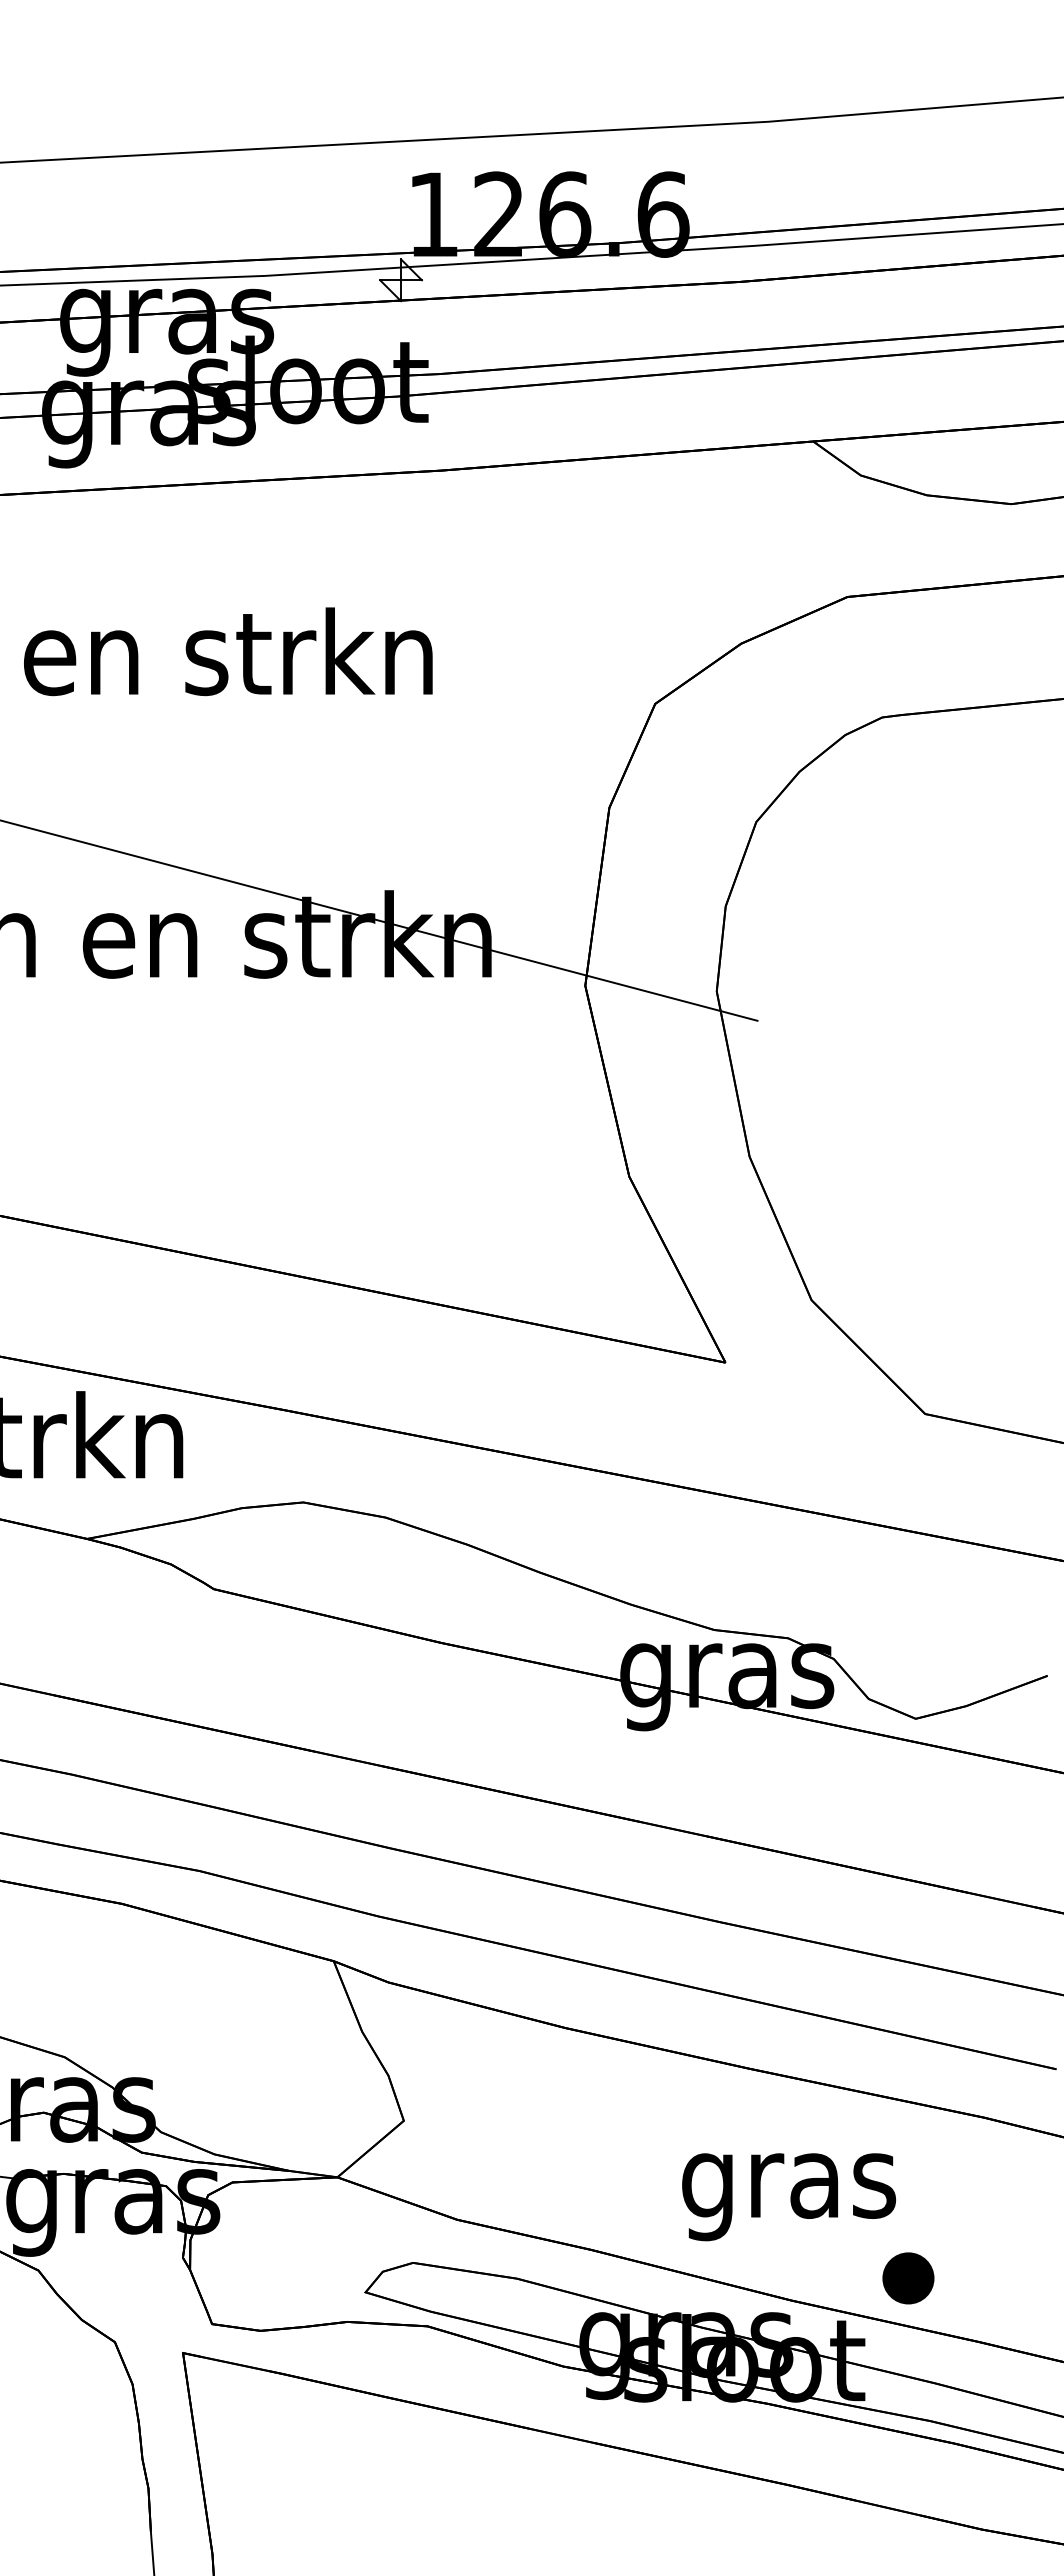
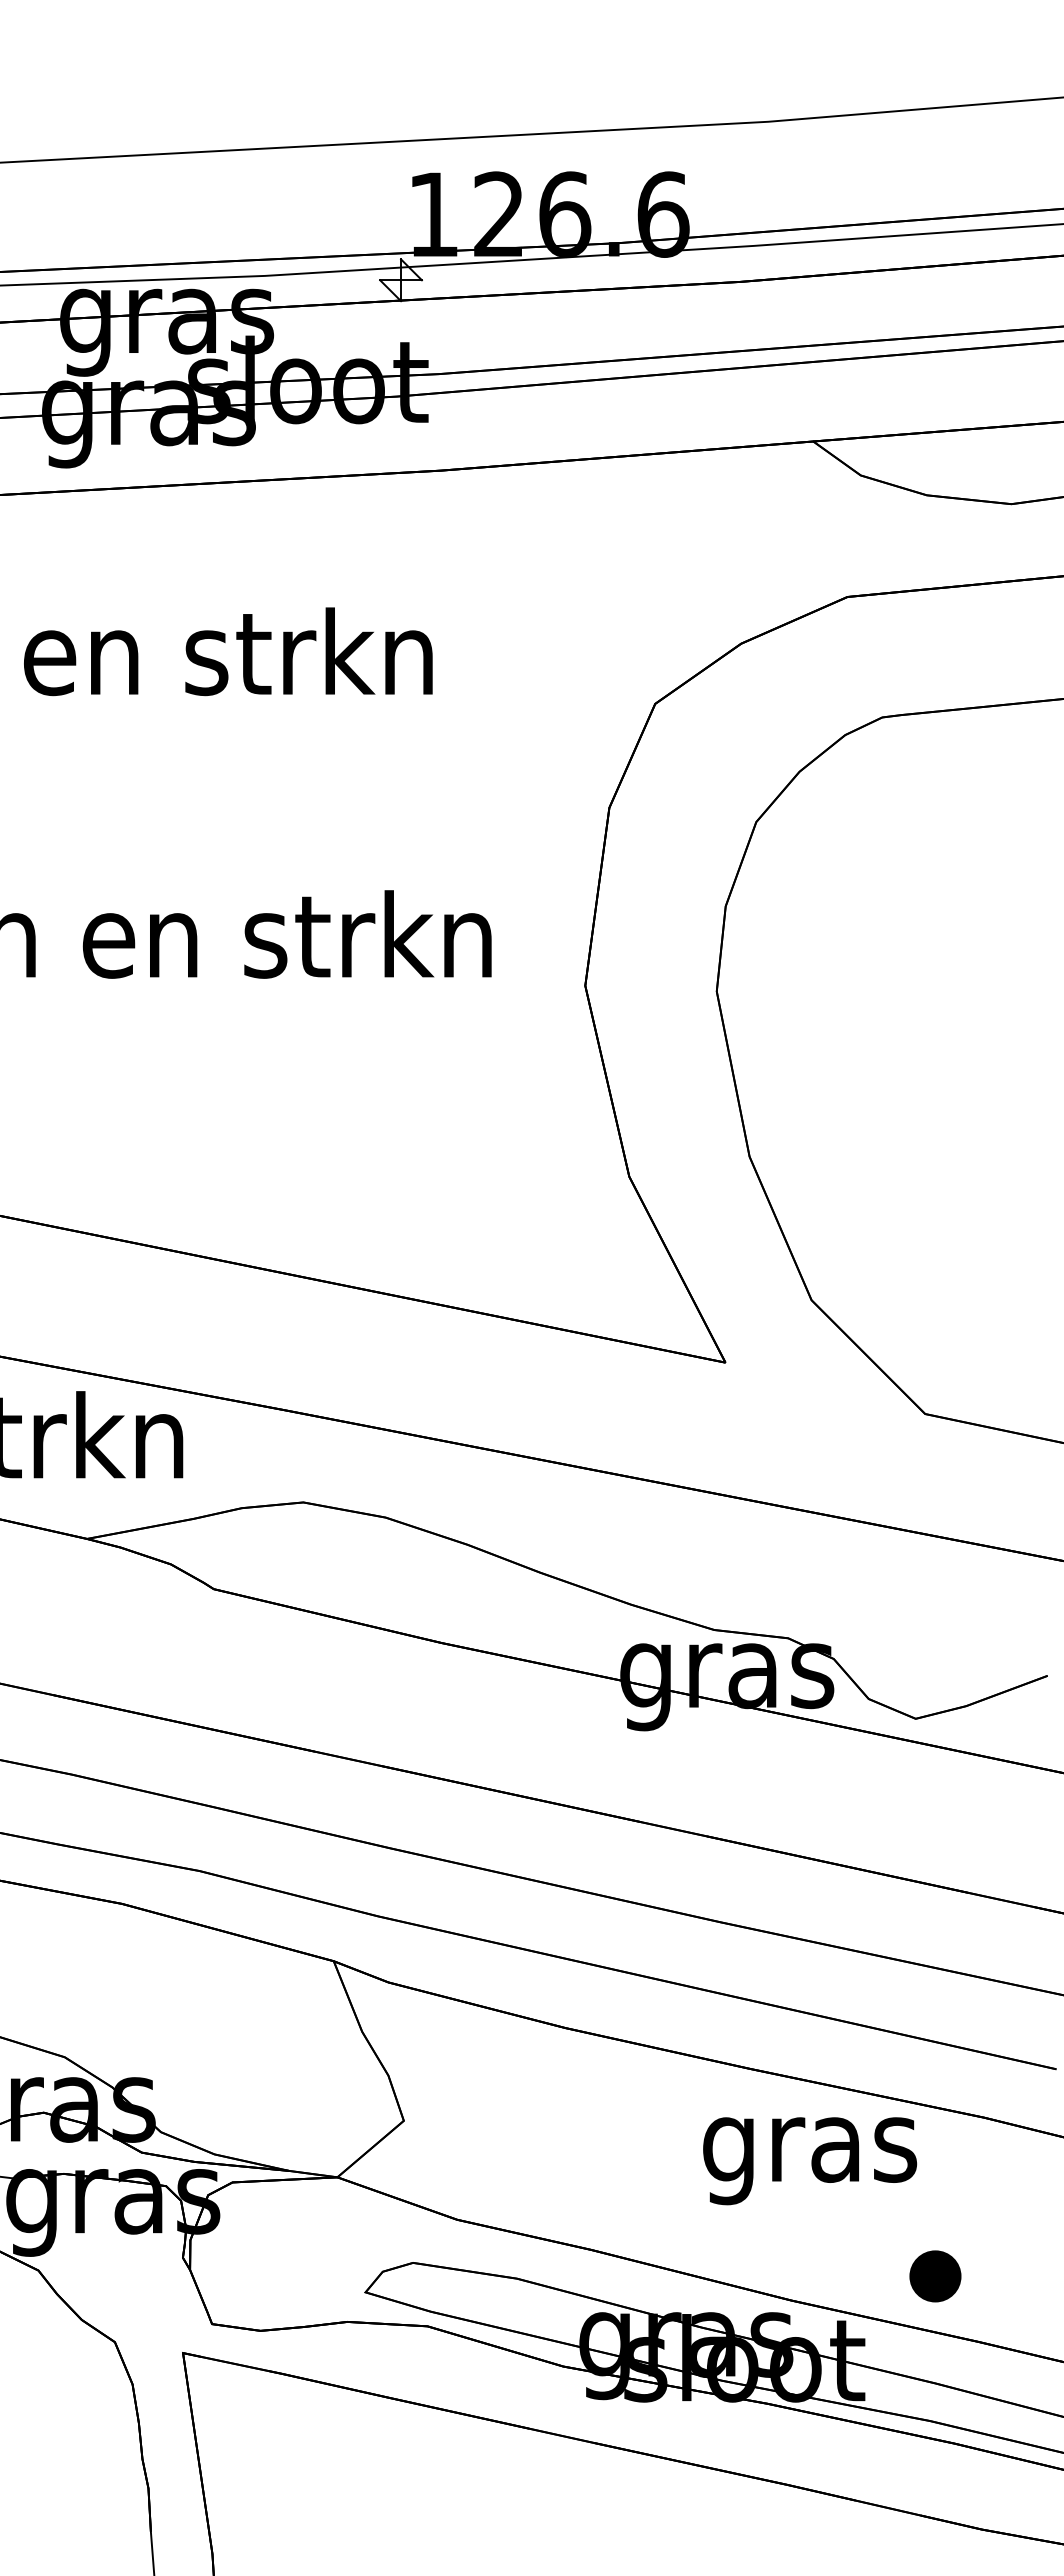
line at (379, 920): present -> none
text at (789, 2197) position: (789, 2197) -> (810, 2161)
part at (908, 2278) position: (908, 2278) -> (935, 2276)
